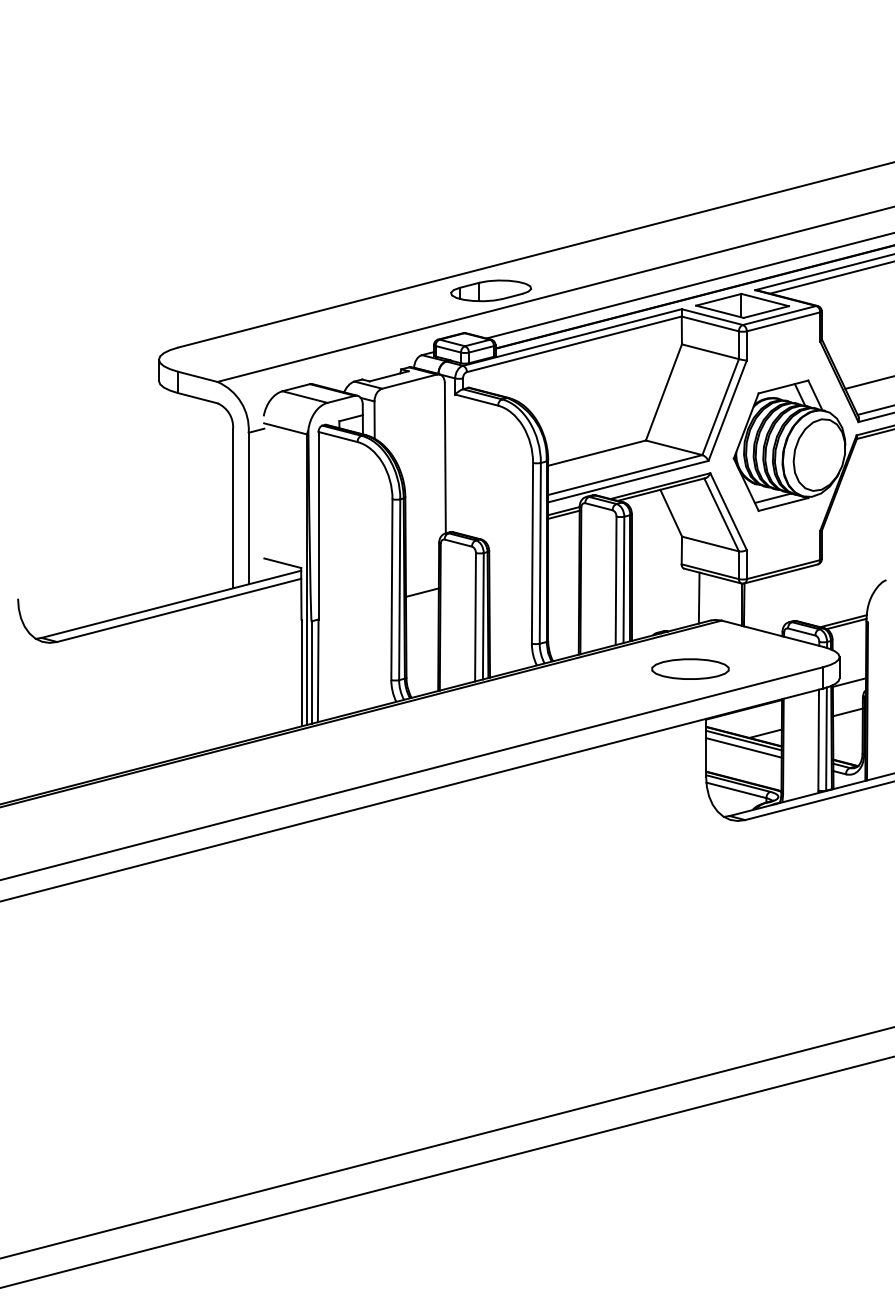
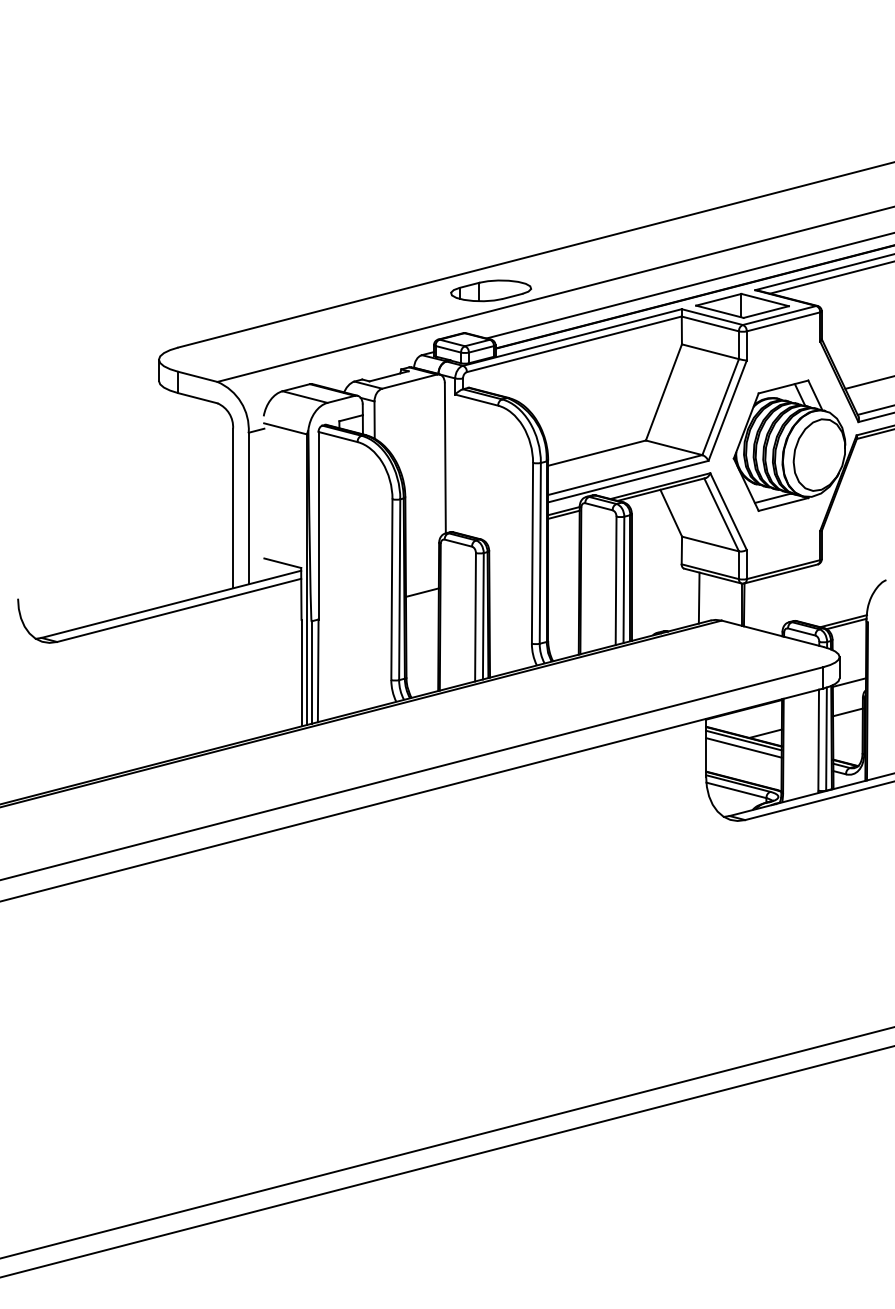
part at (690, 668): present -> none
line at (446, 1172) position: (446, 1172) -> (446, 1161)
